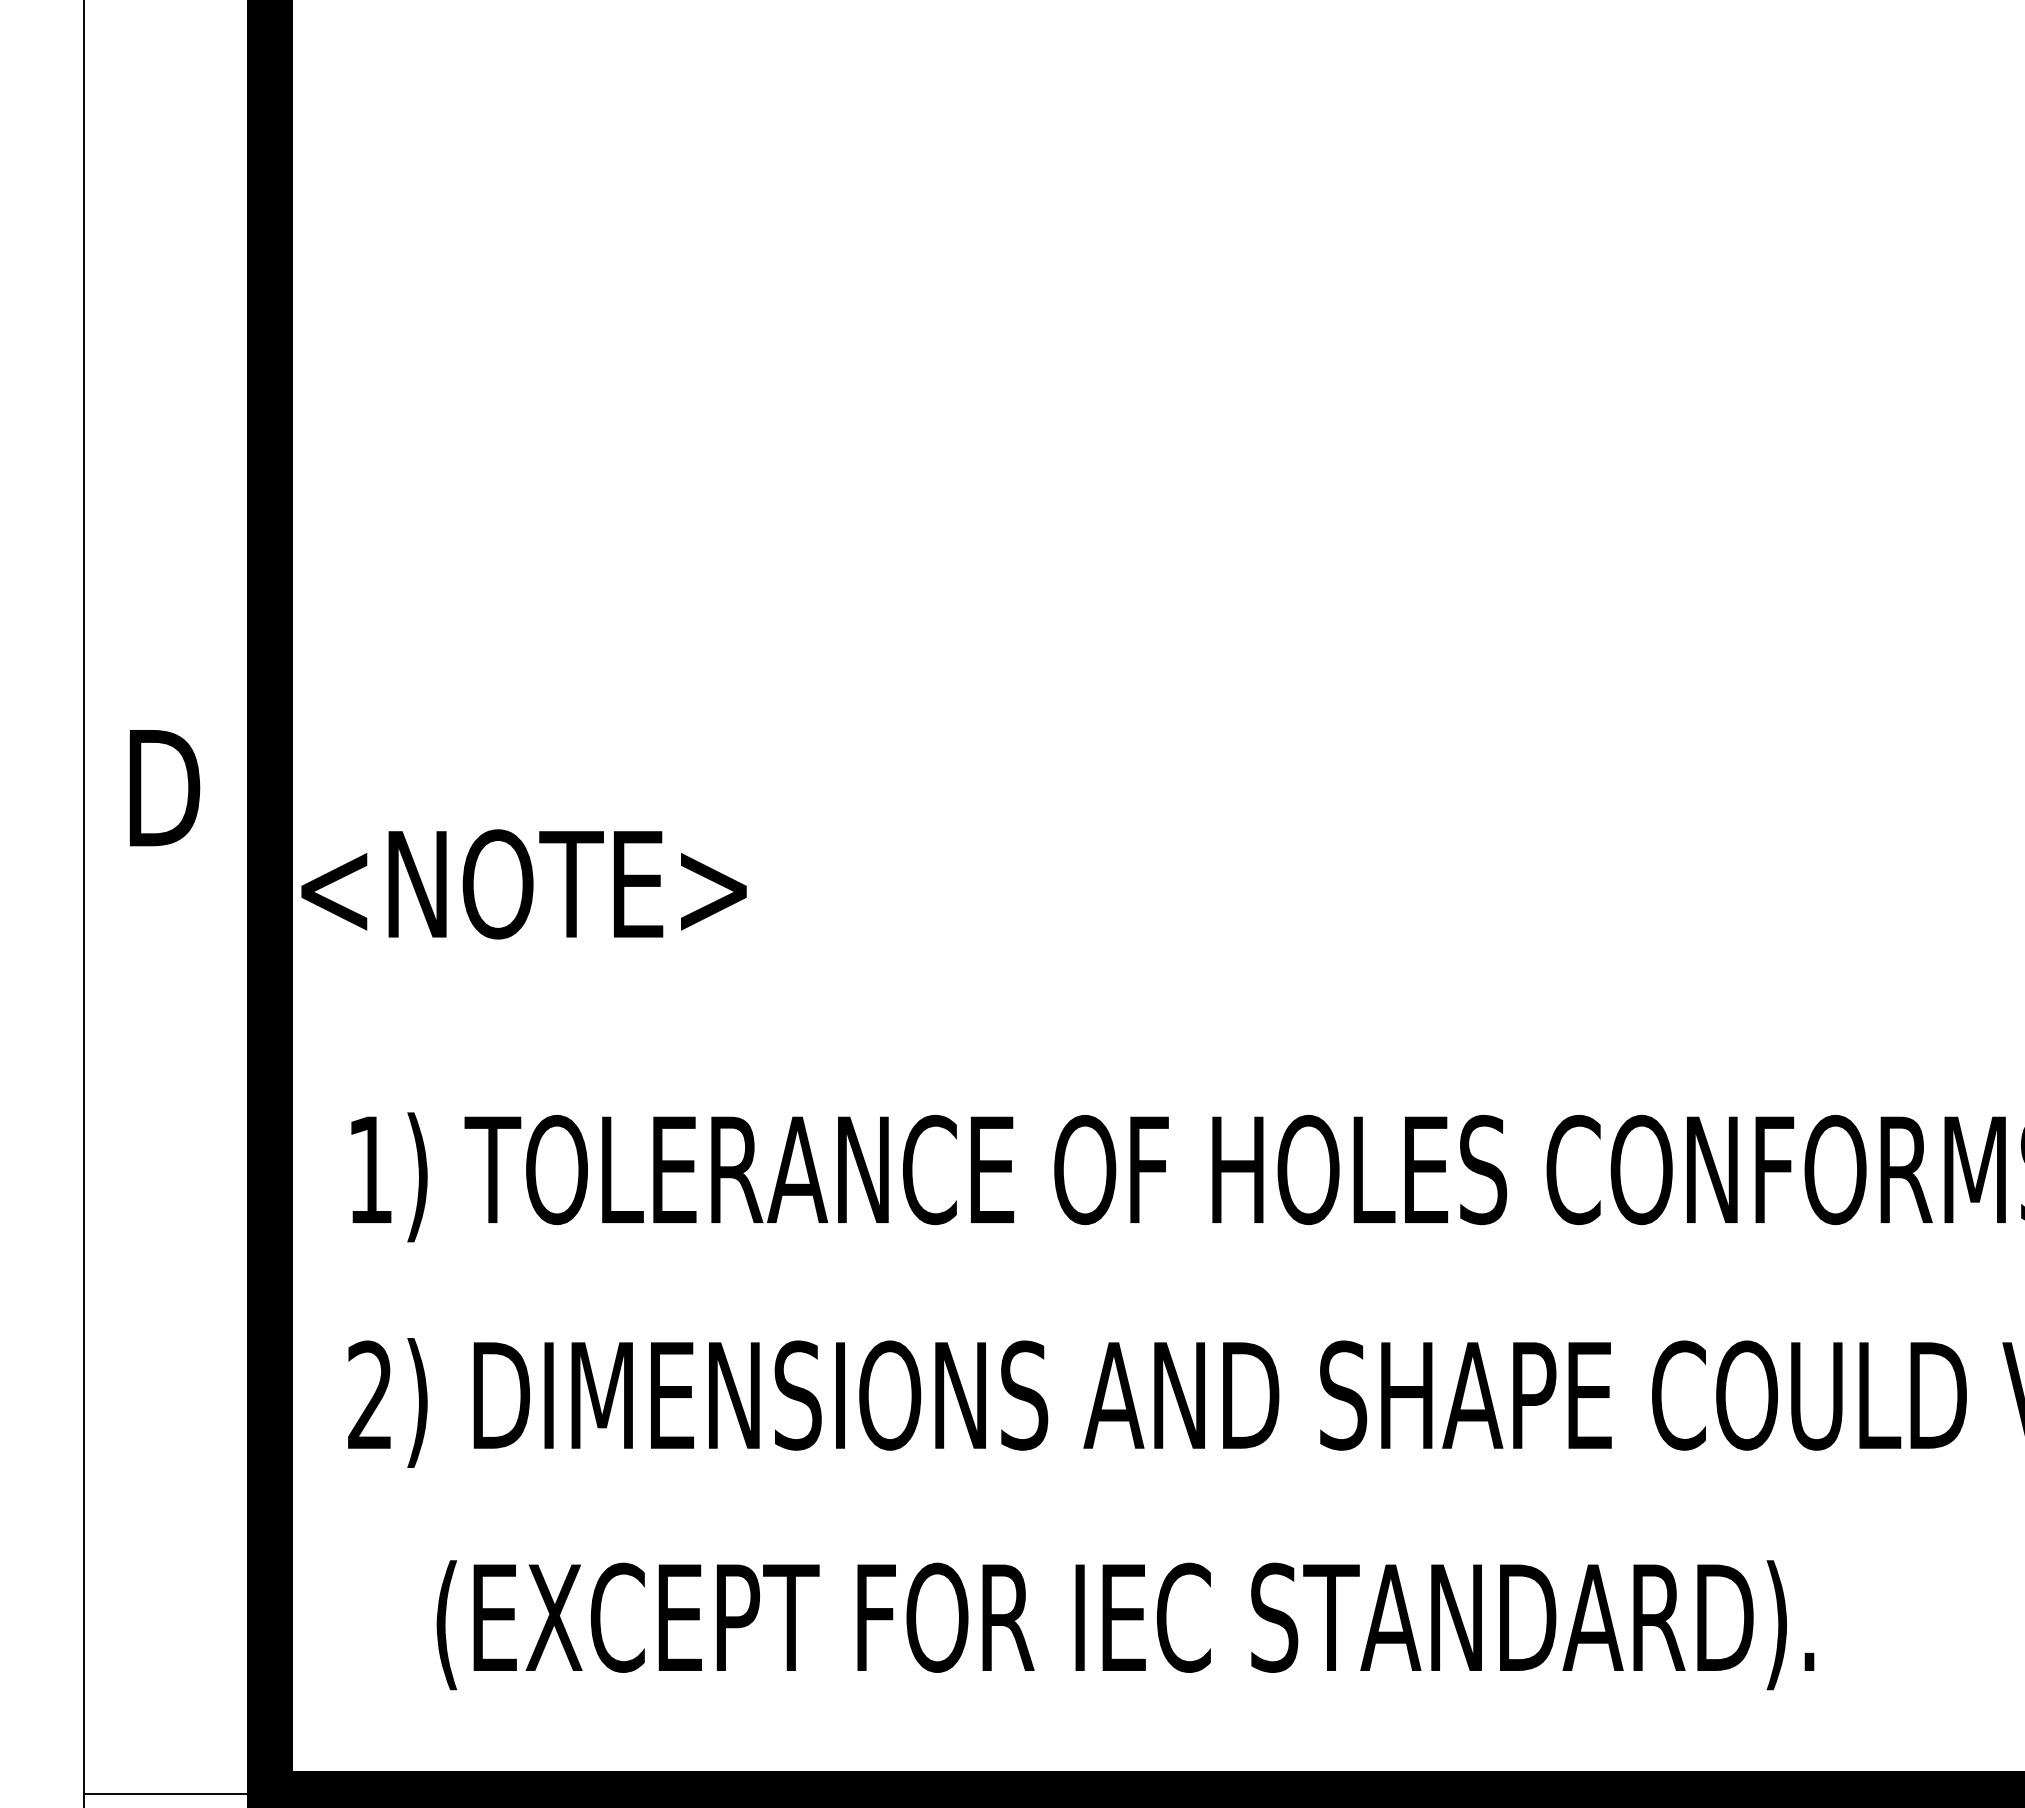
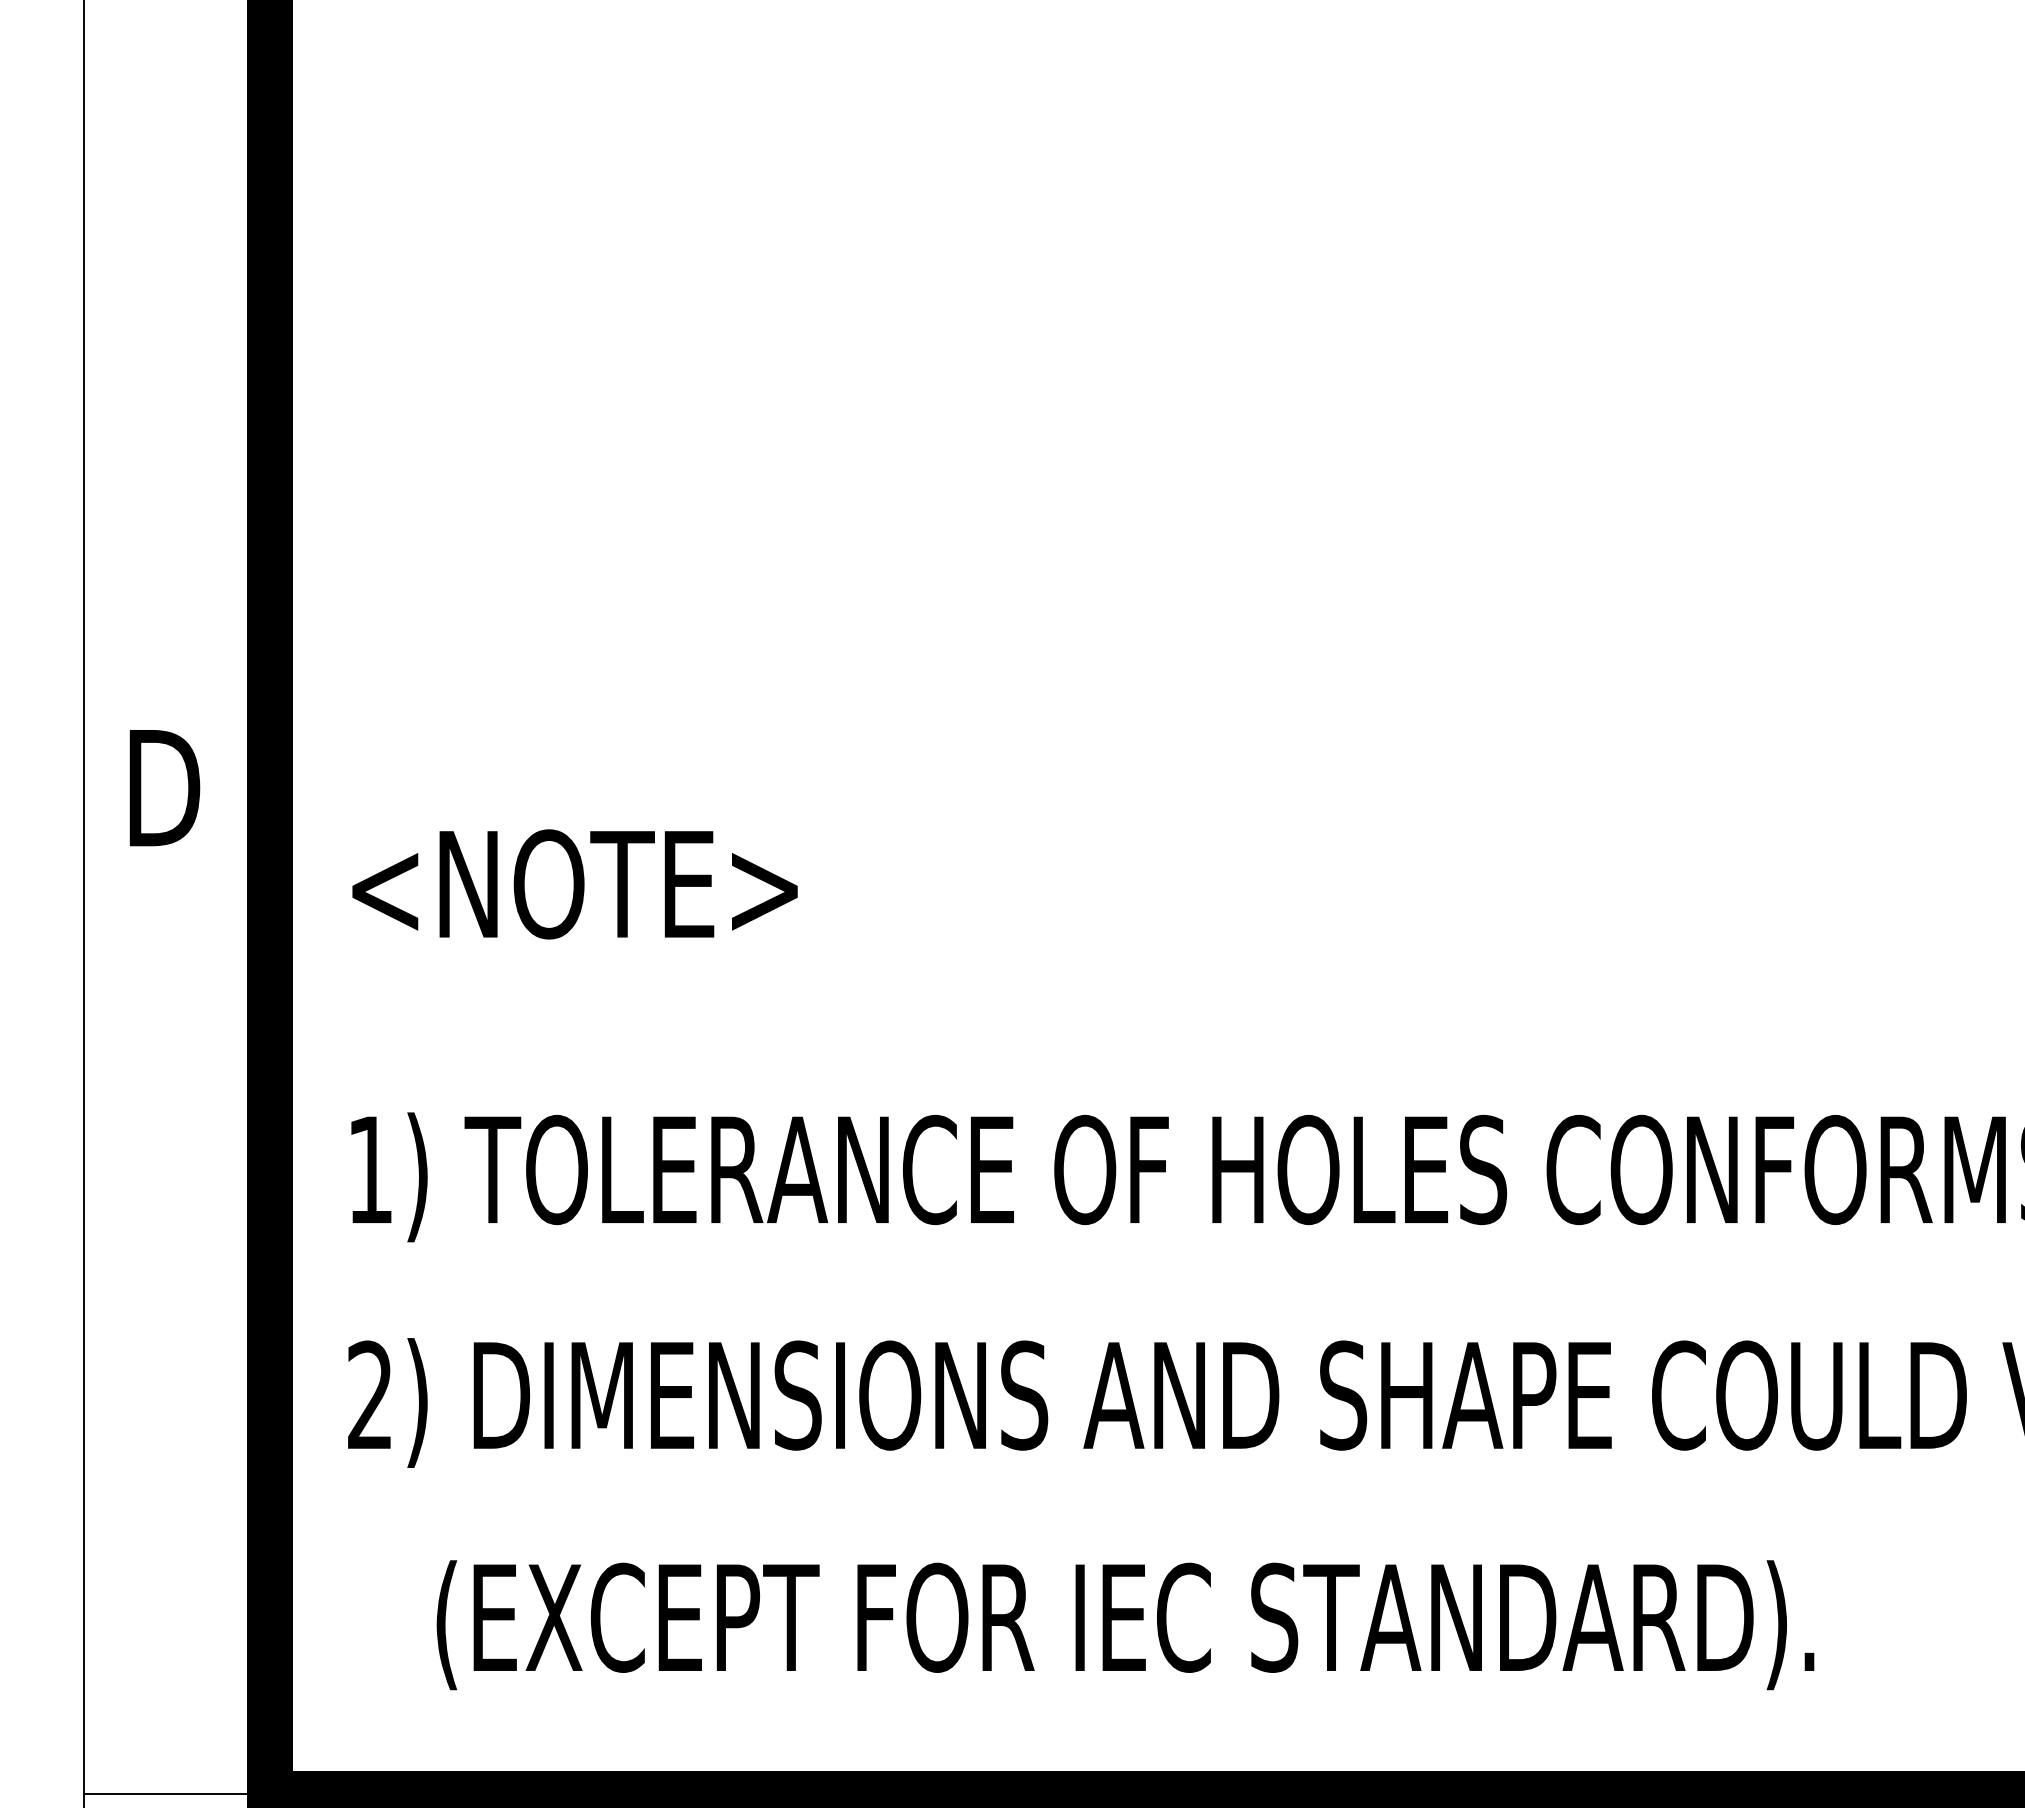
text at (523, 884) position: (523, 884) -> (574, 884)
